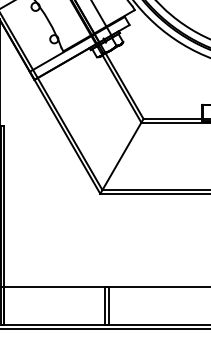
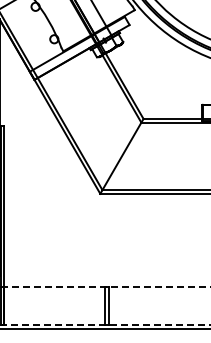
line at (107, 287): solid -> dashed
line at (105, 324): solid -> dashed
